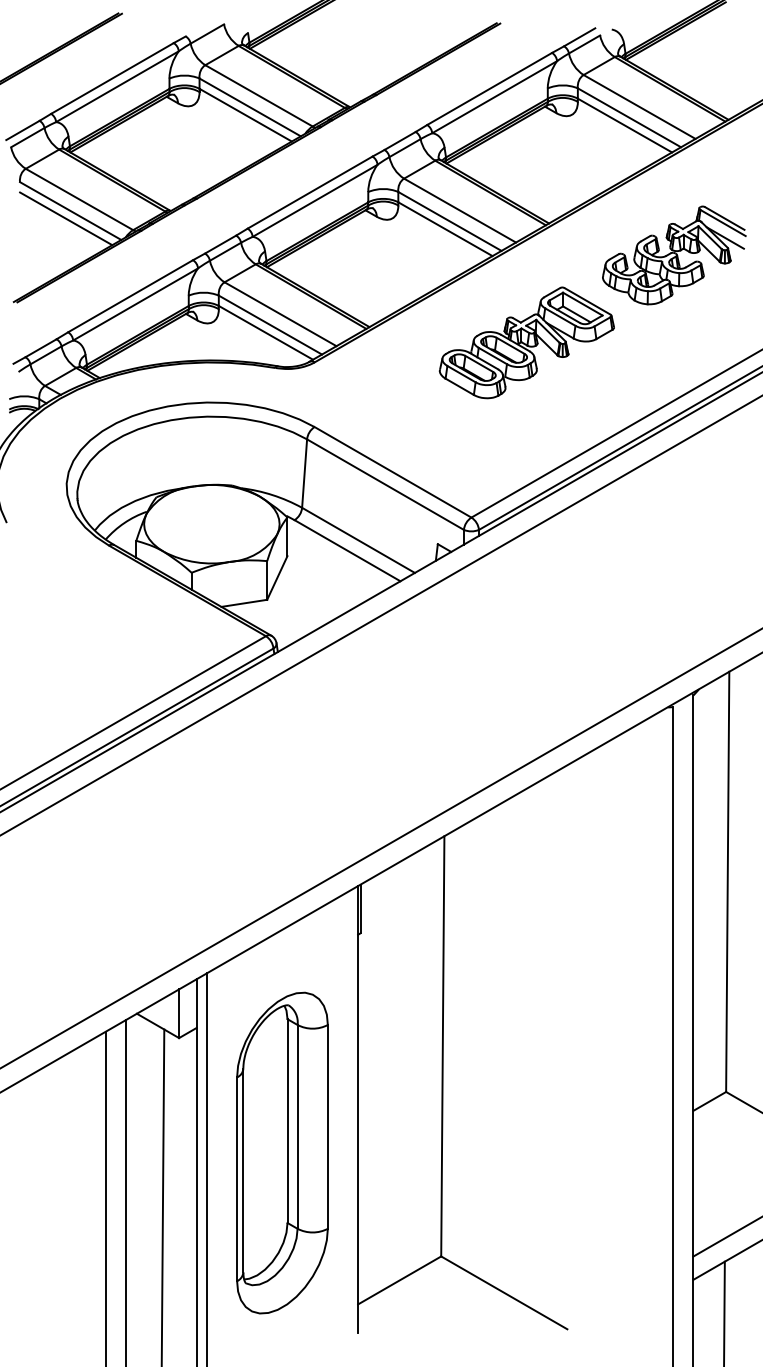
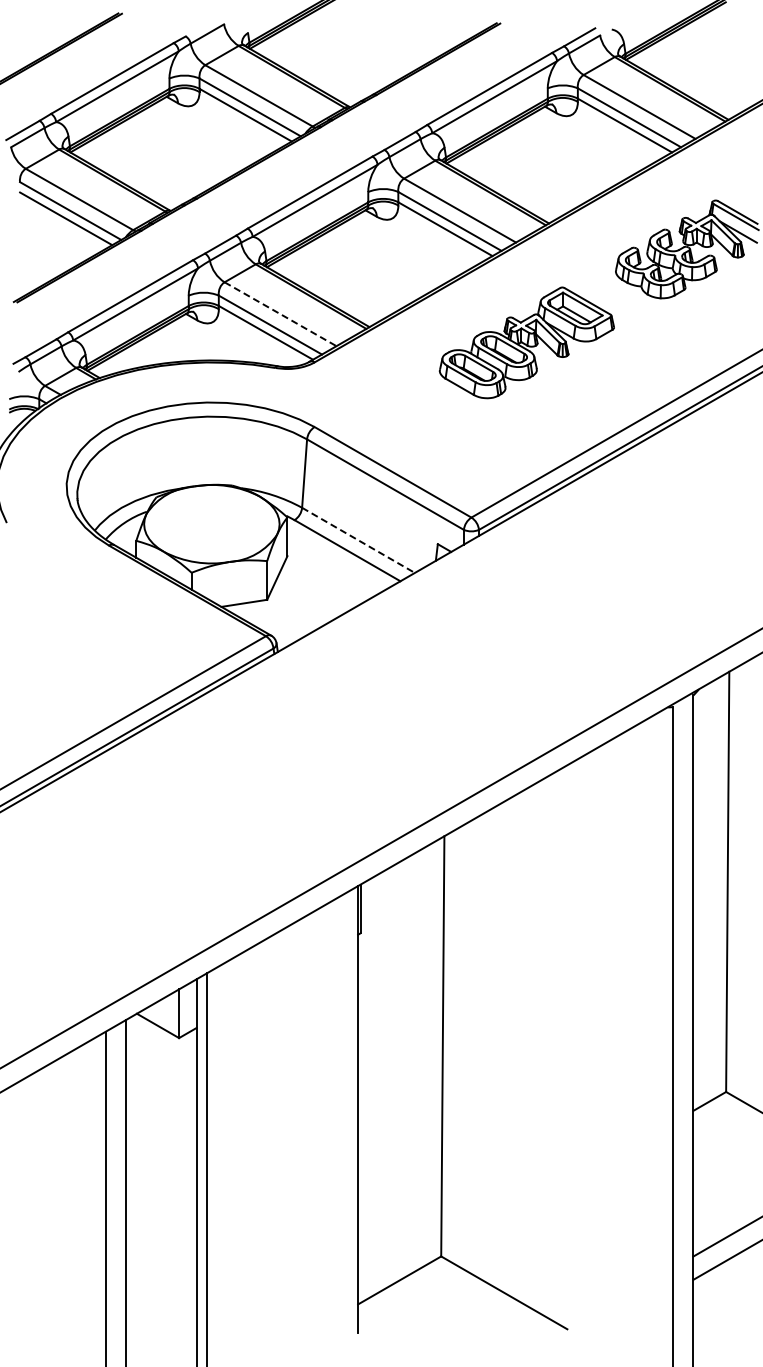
part at (674, 255) position: (674, 255) -> (687, 249)
line at (281, 314): solid -> dashed
line at (358, 540): solid -> dashed
line at (380, 615): present -> none
part at (282, 1152): present -> none
line at (162, 1196): present -> none
line at (724, 1312): present -> none
